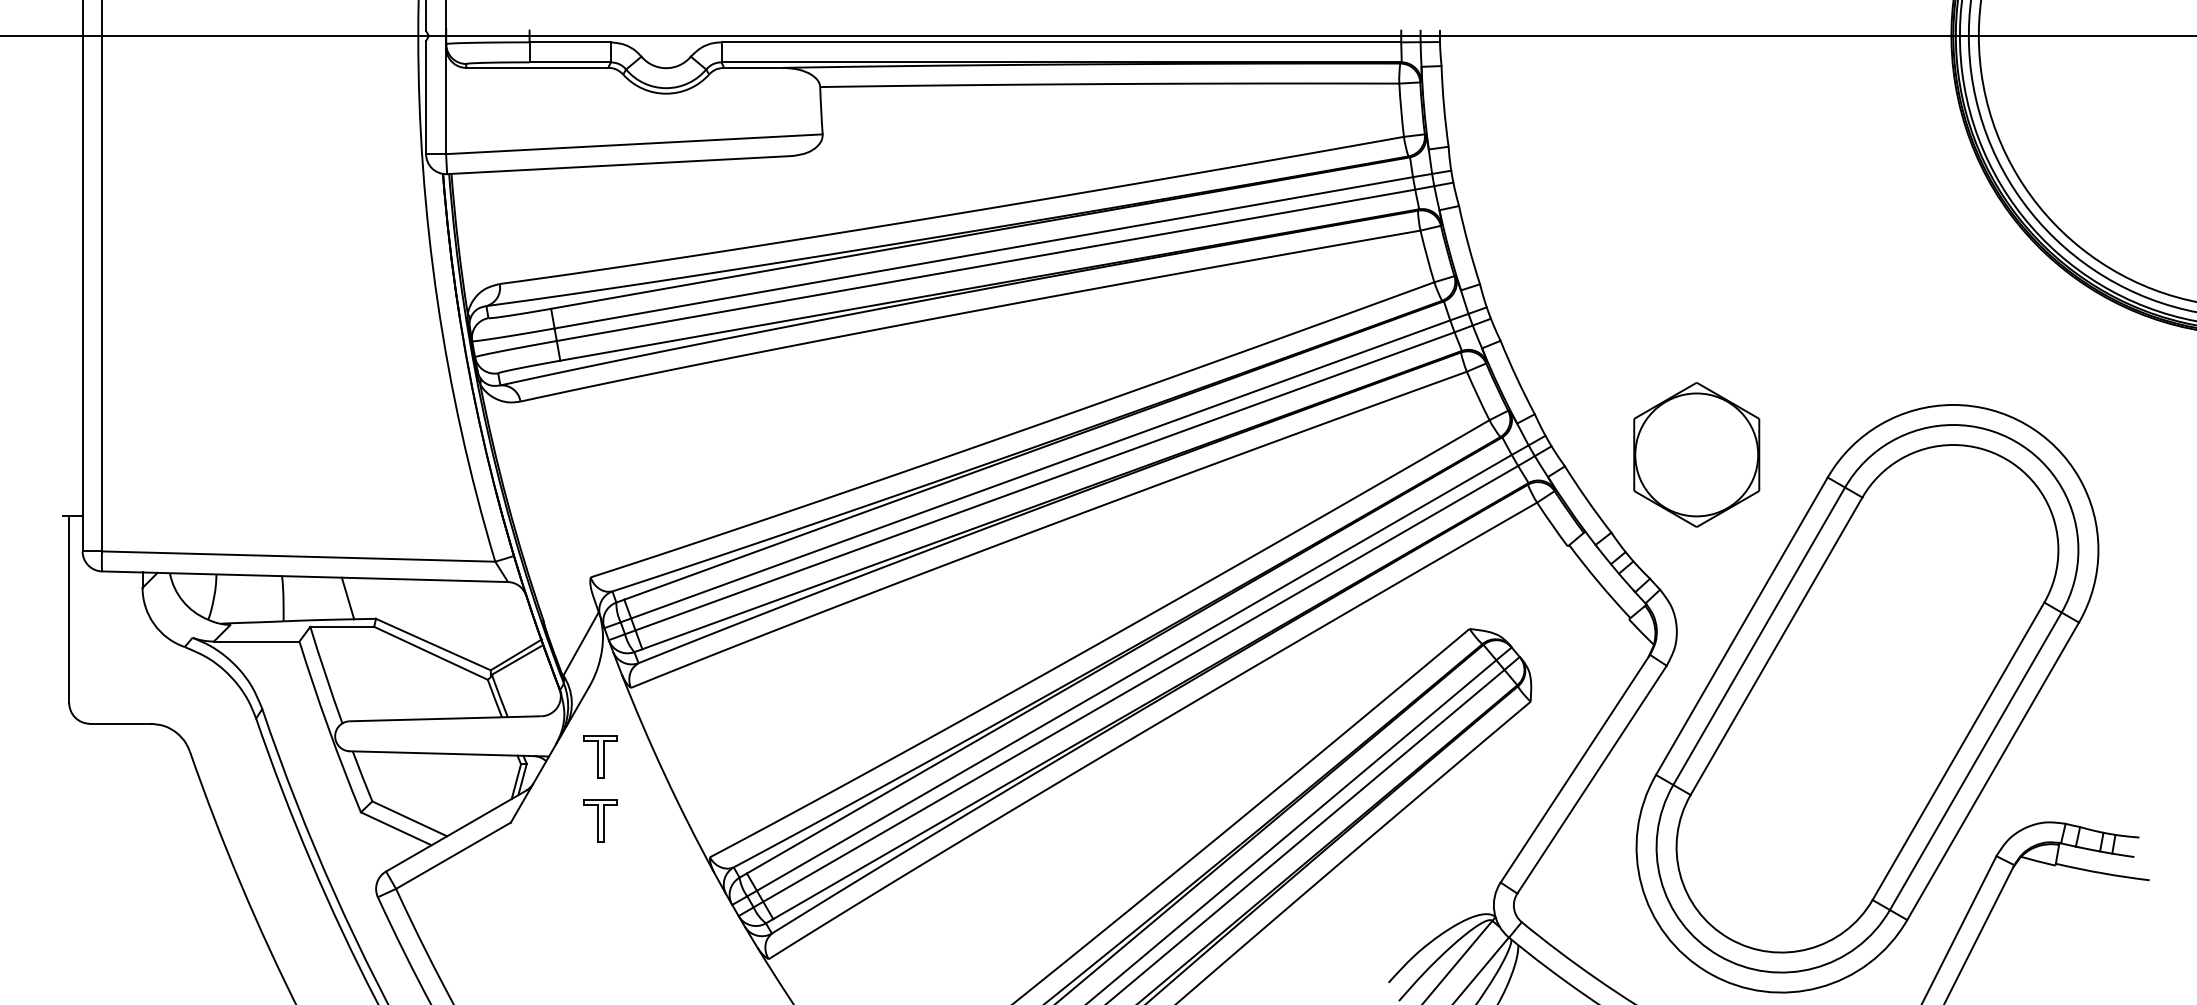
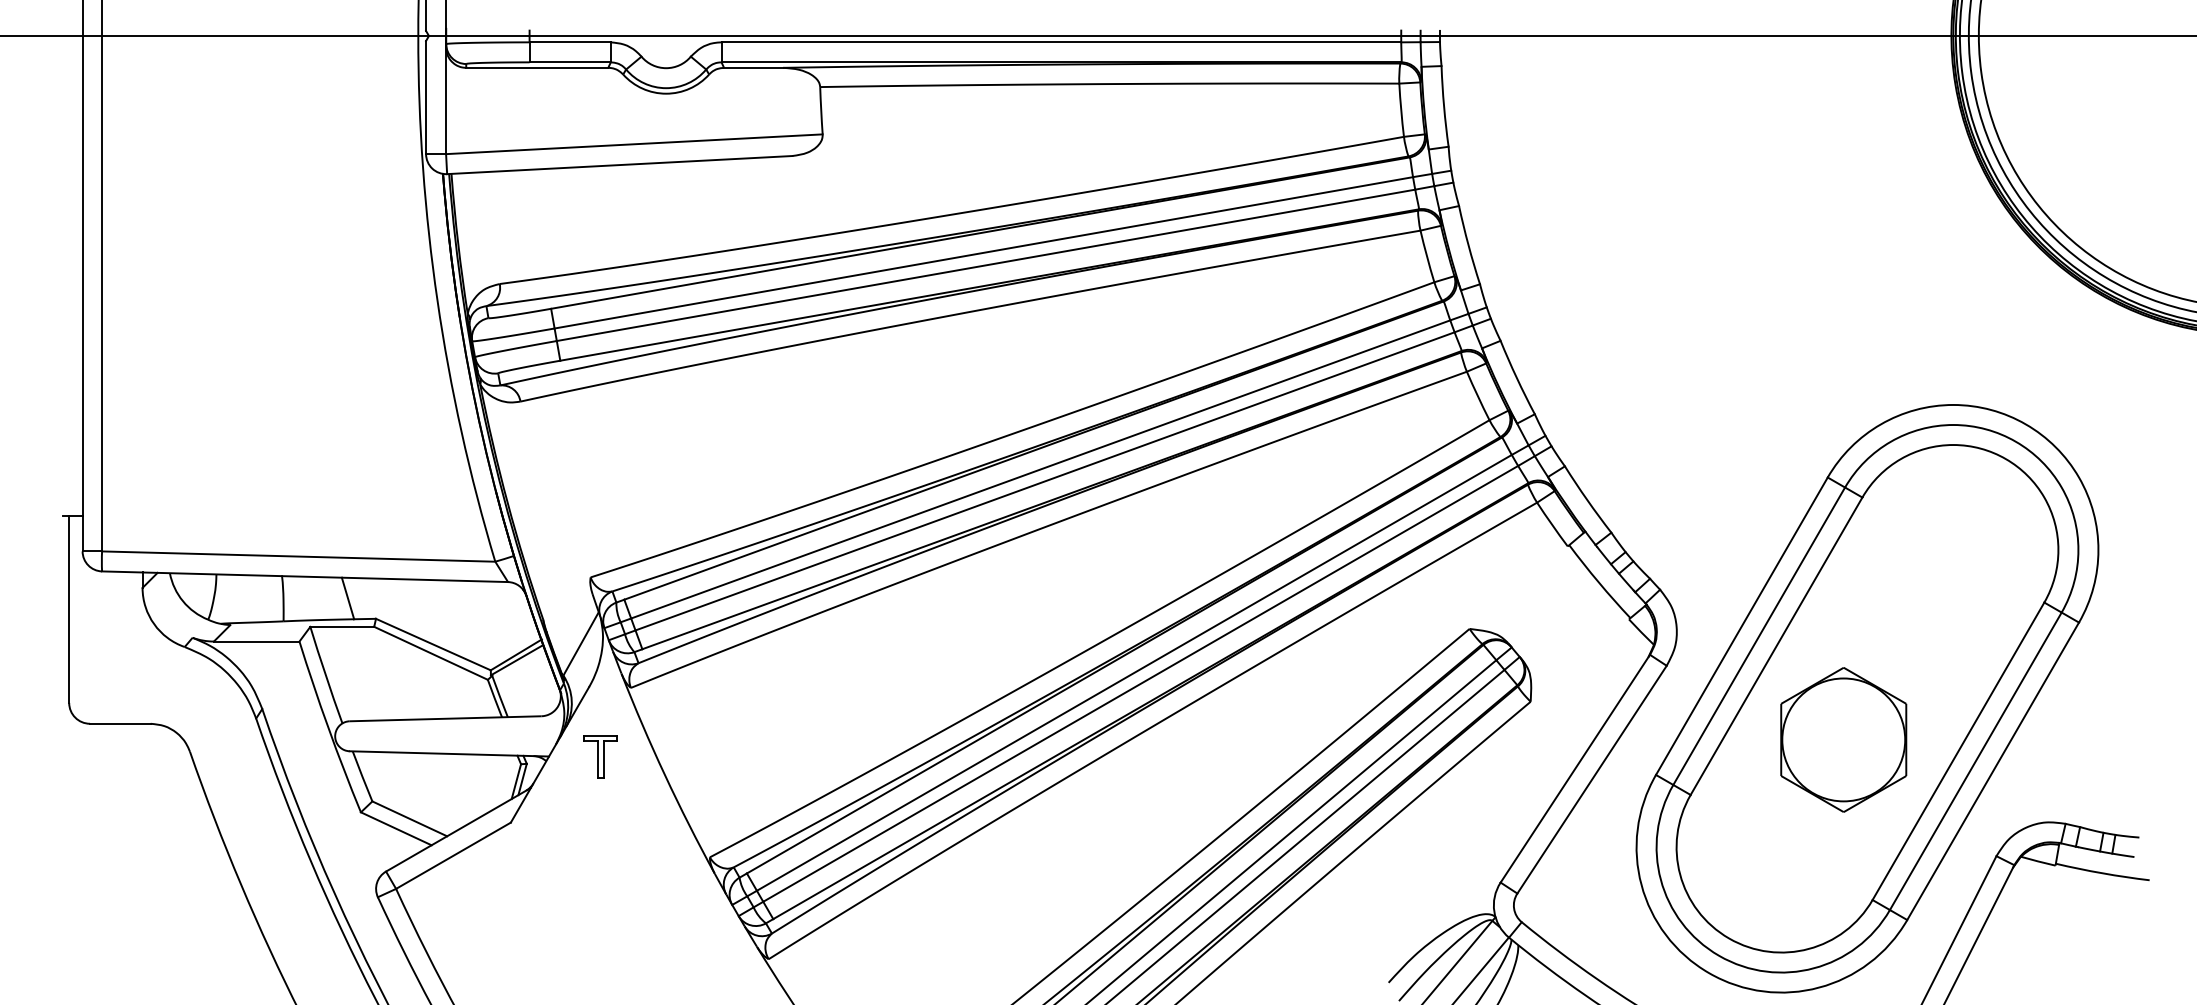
part at (1696, 454) position: (1696, 454) -> (1843, 739)
part at (600, 820): present -> none
